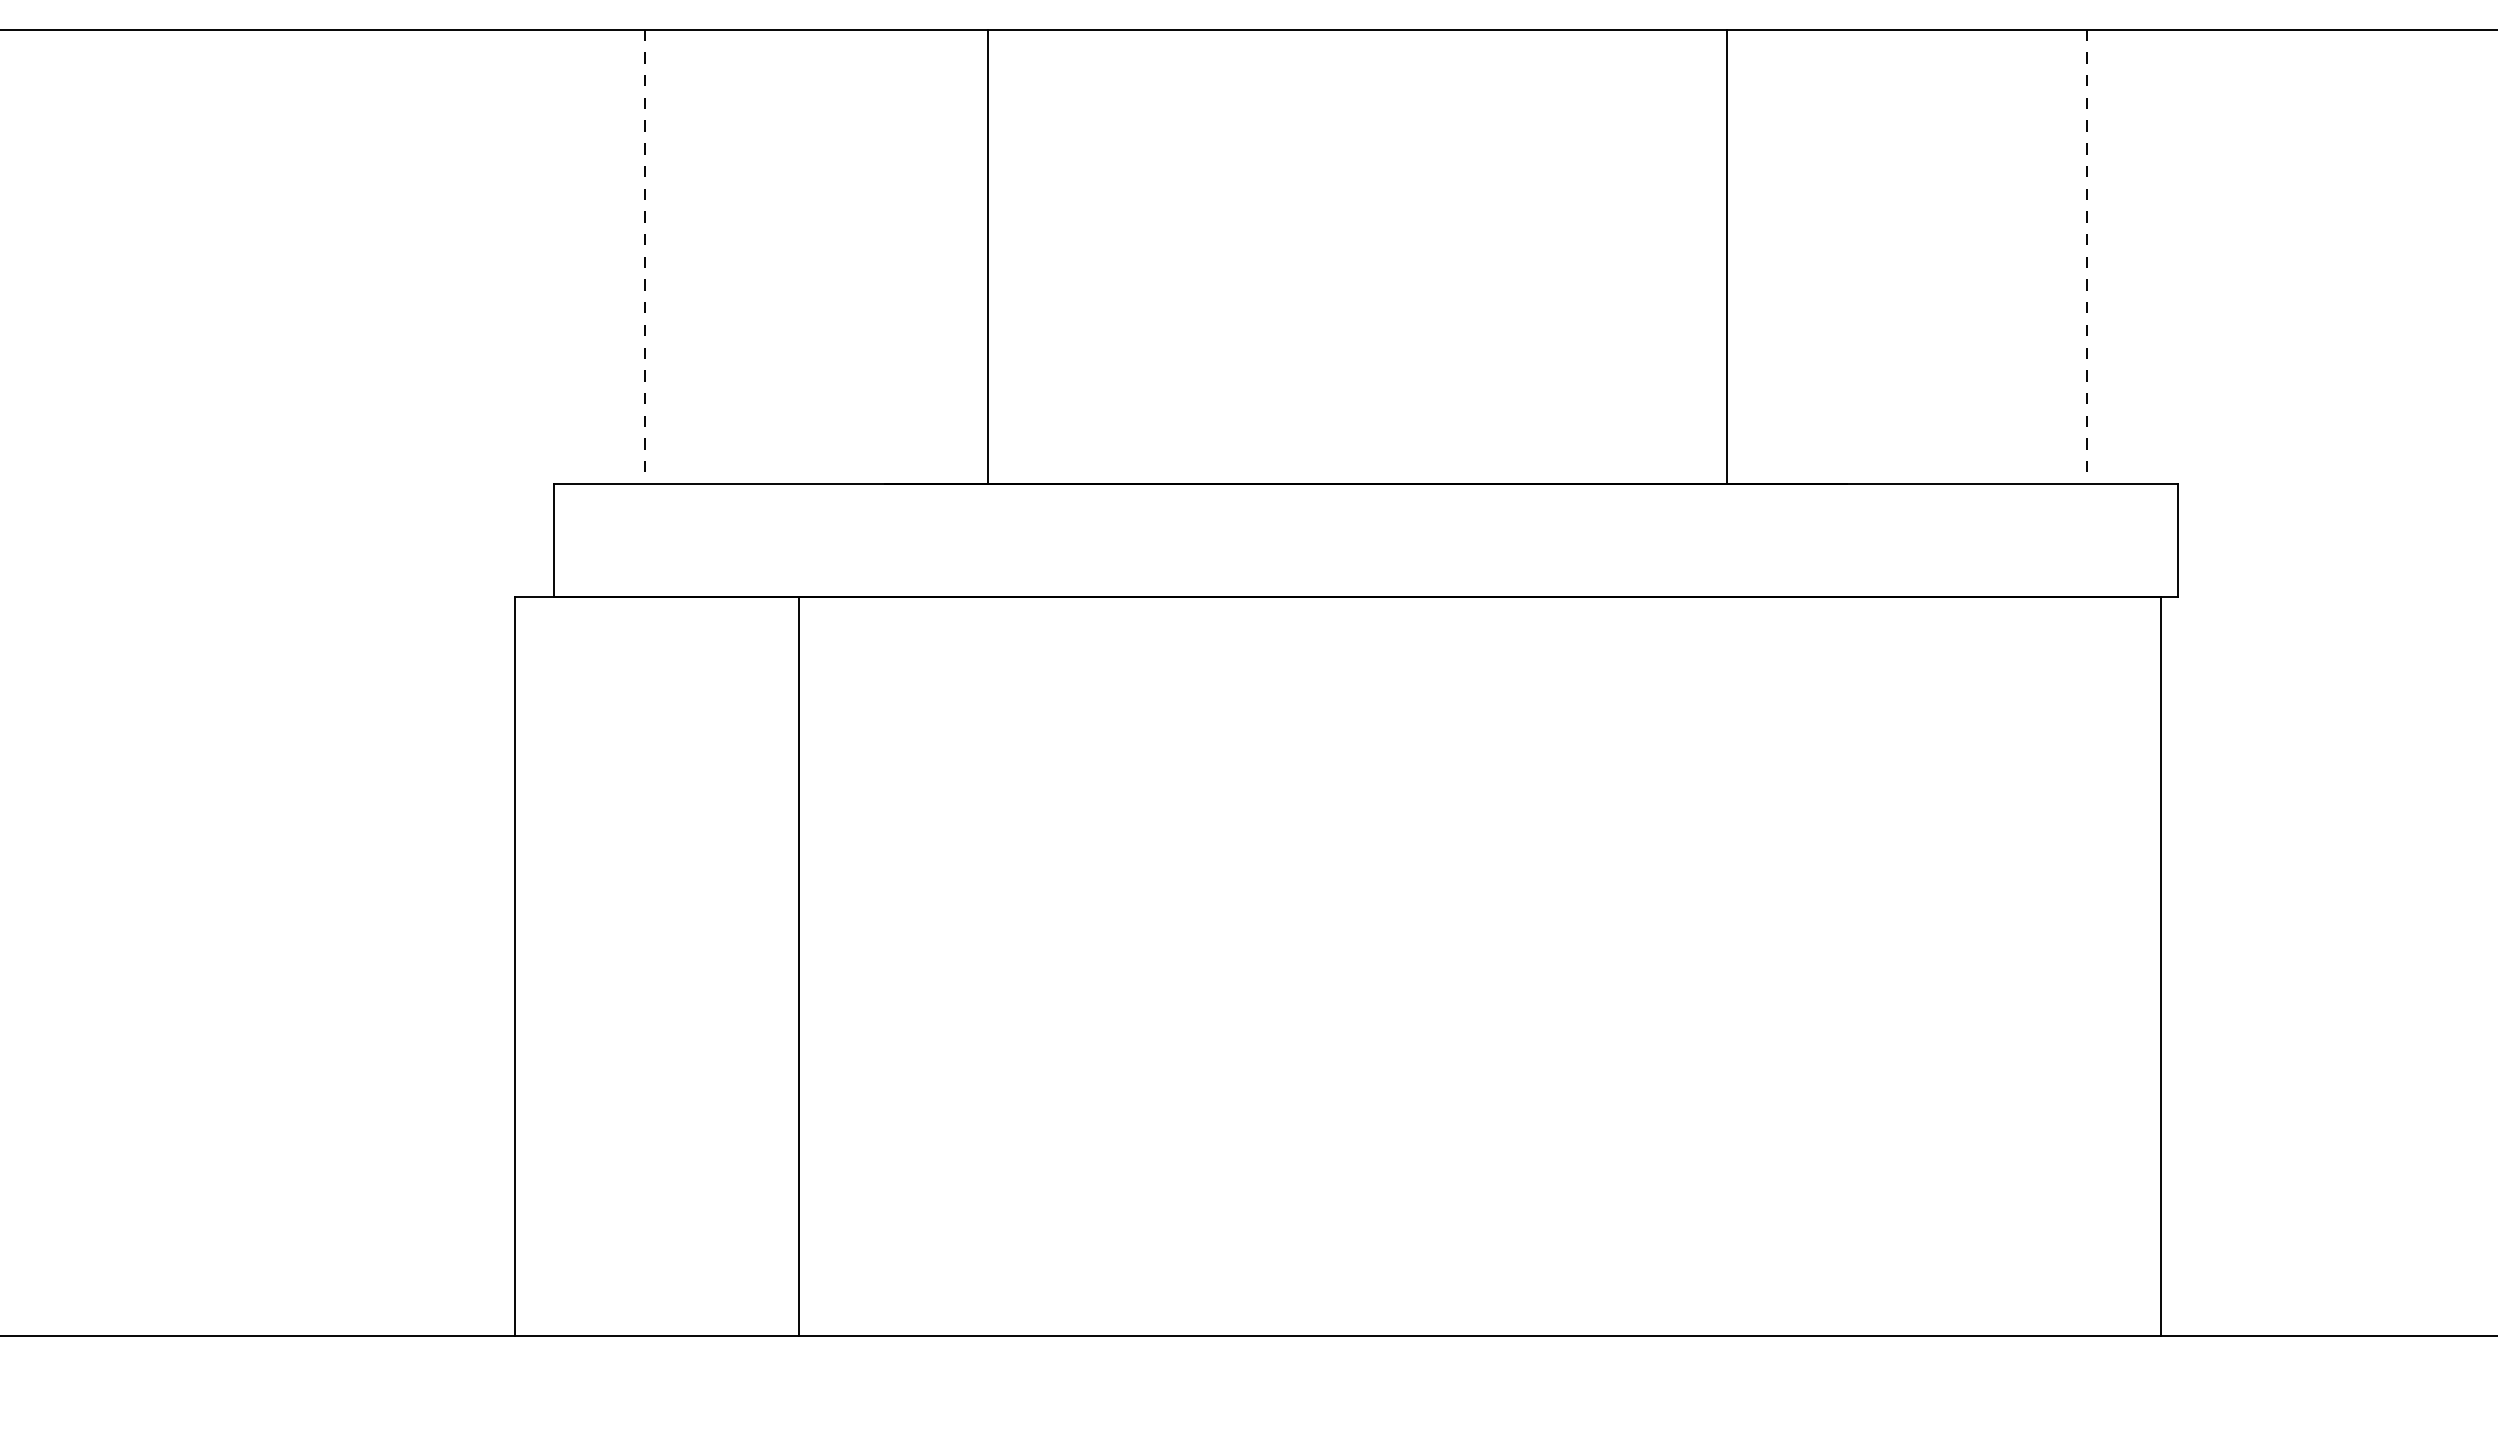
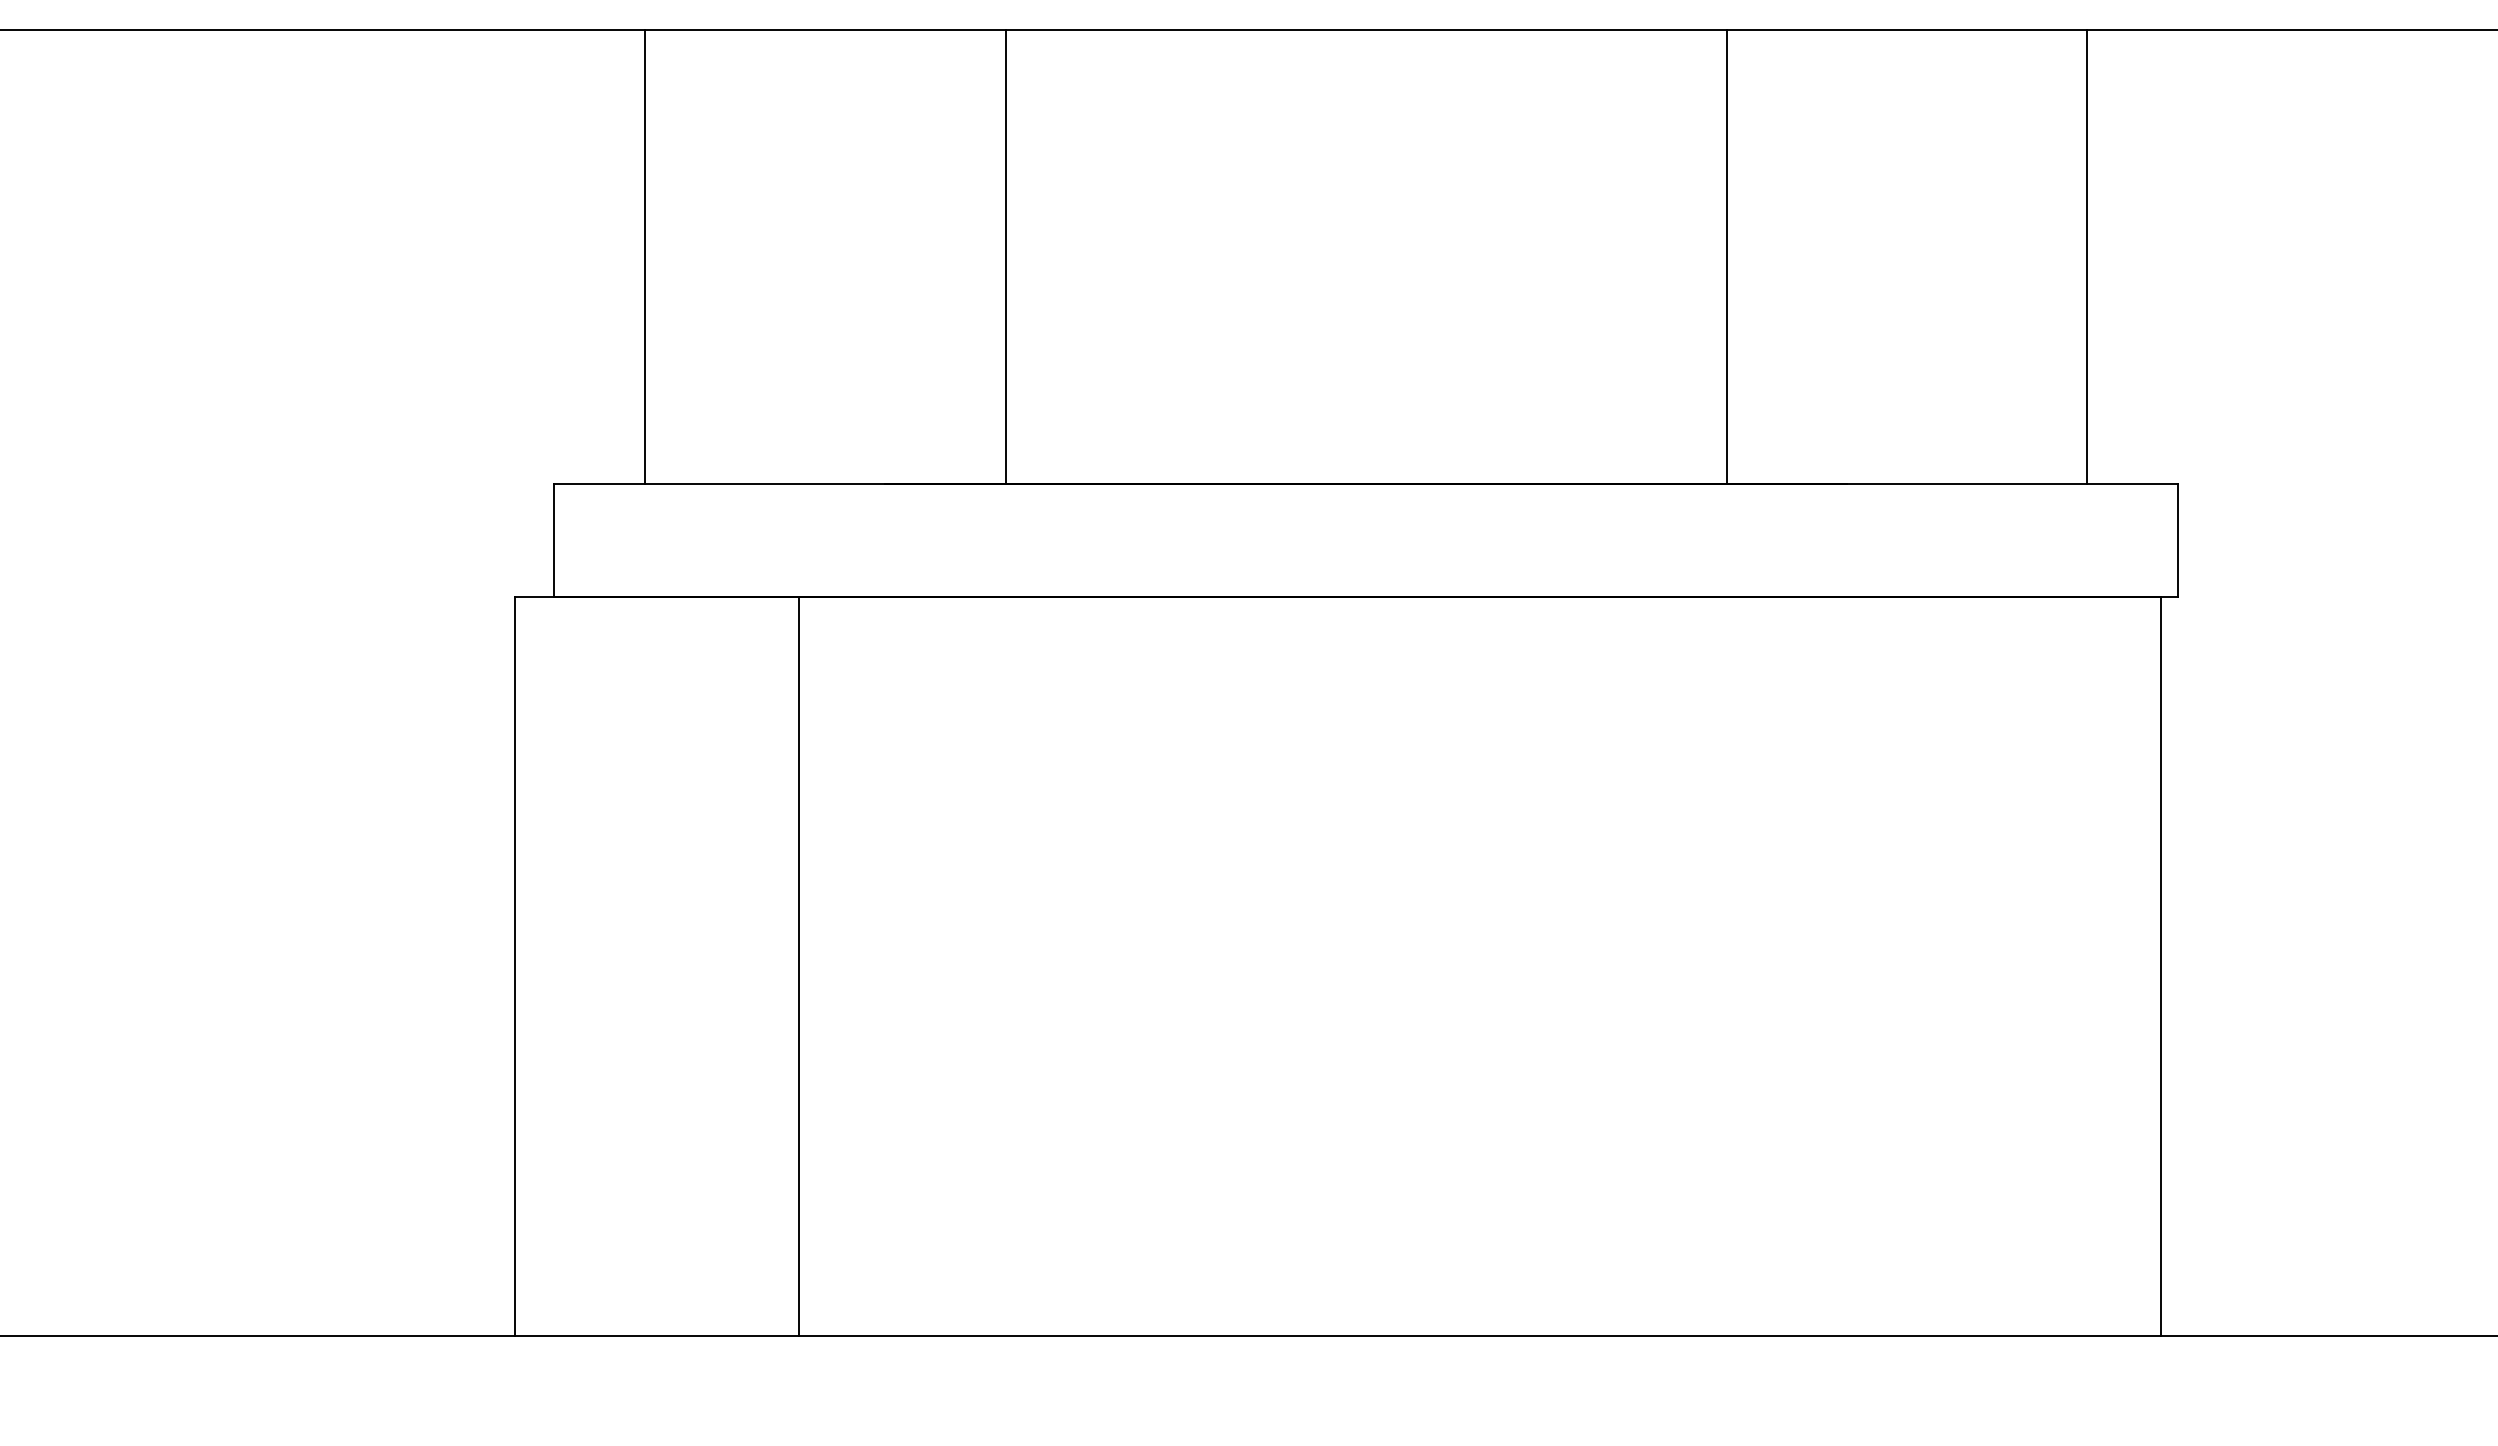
line at (987, 256) position: (987, 256) -> (1005, 256)
line at (645, 257): dashed -> solid
line at (2087, 257): dashed -> solid
